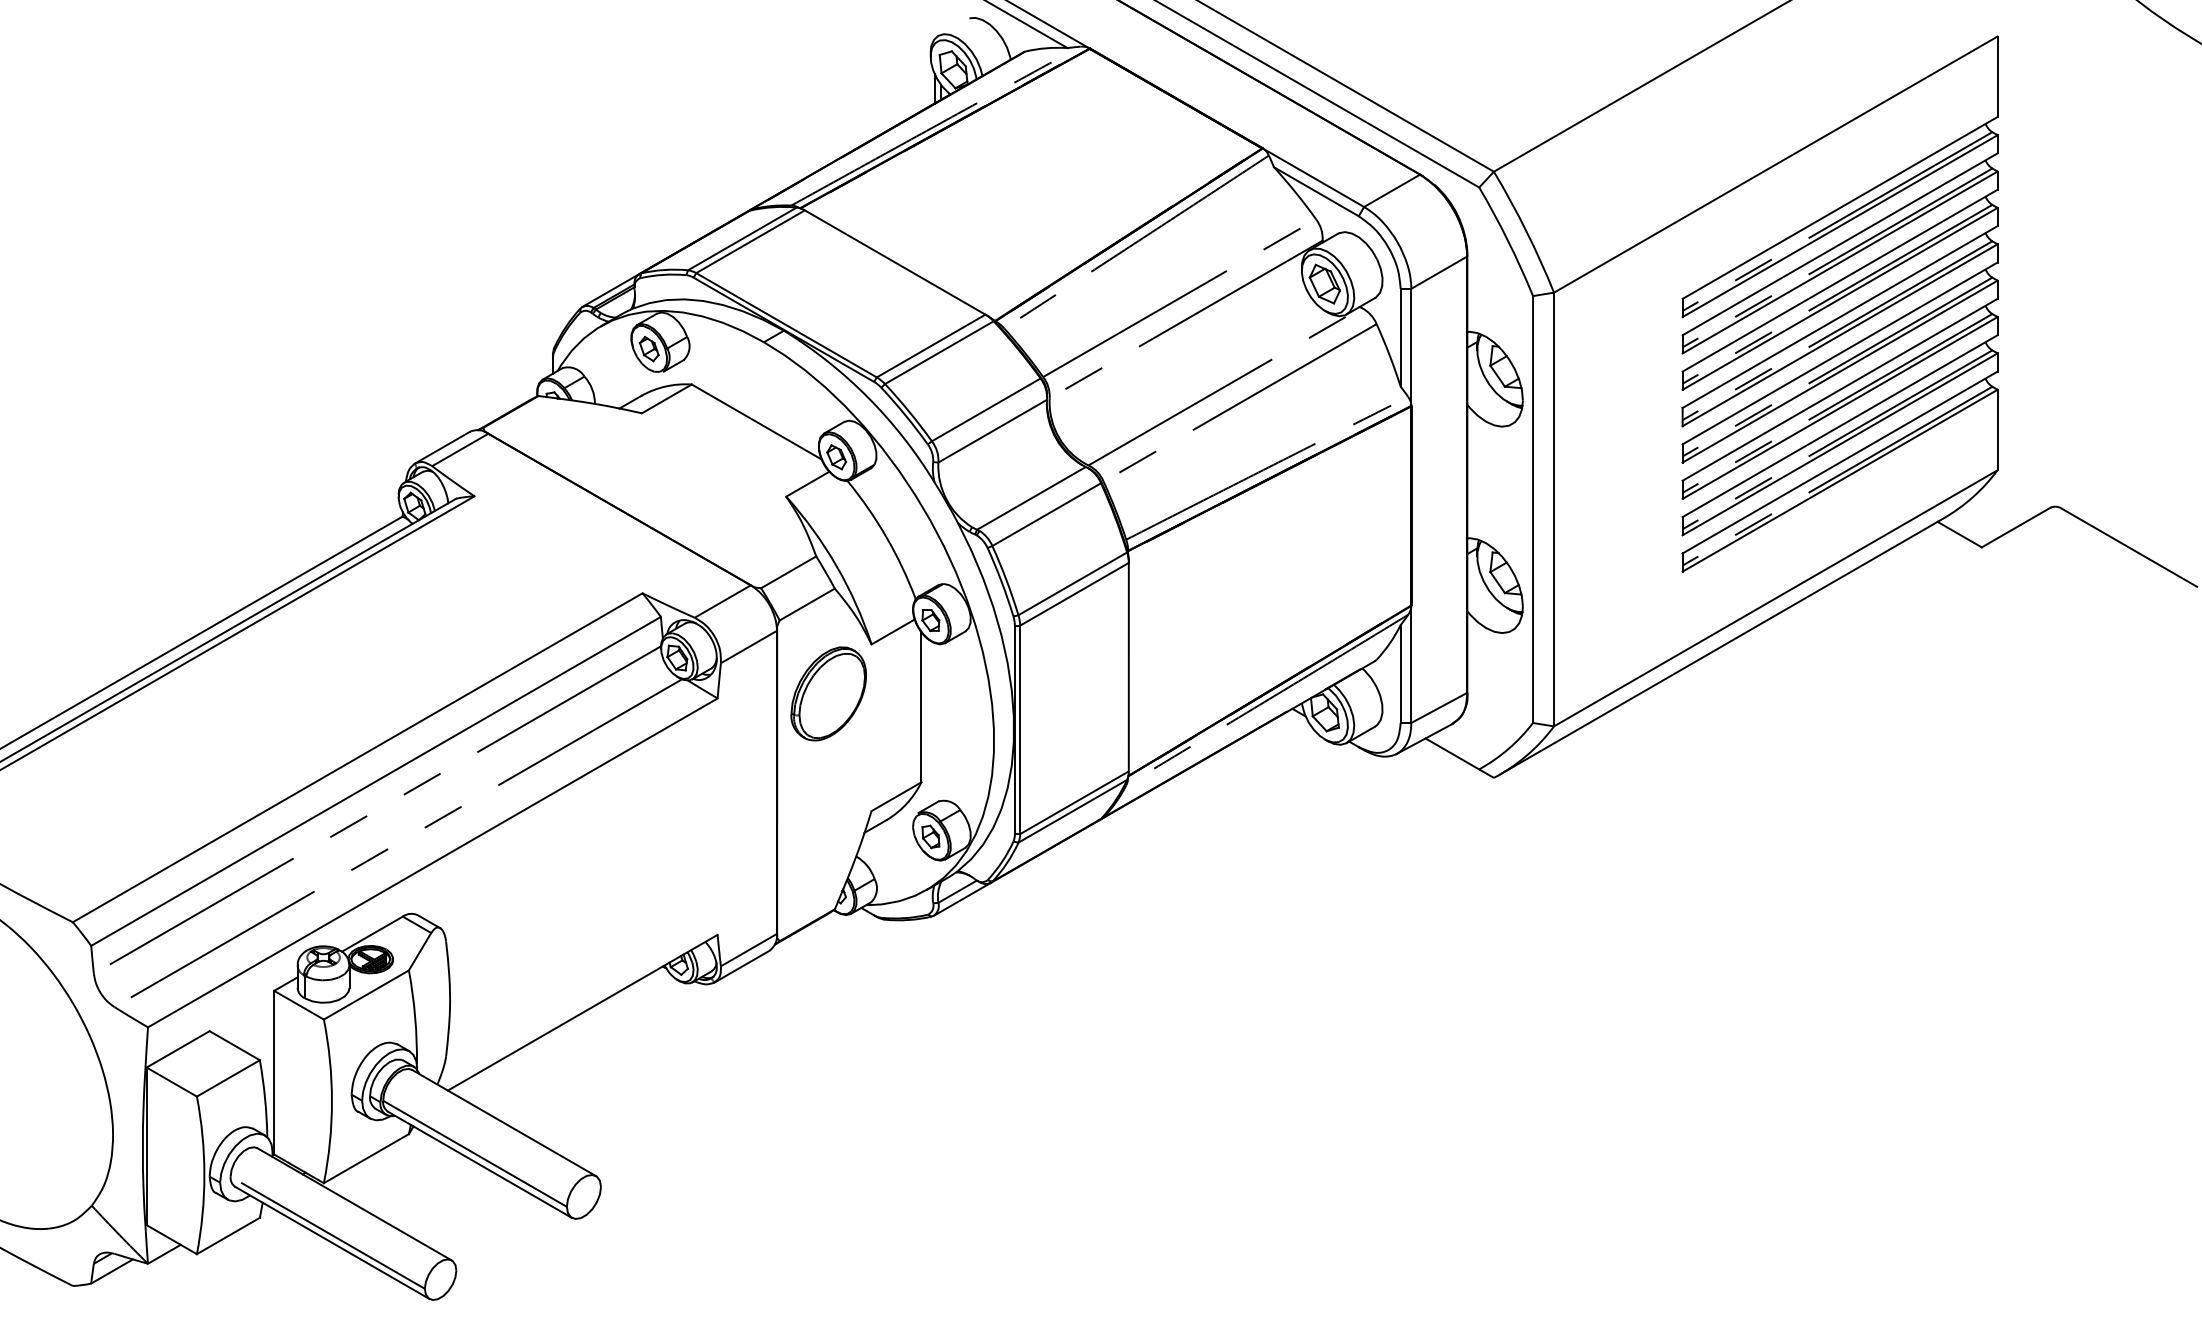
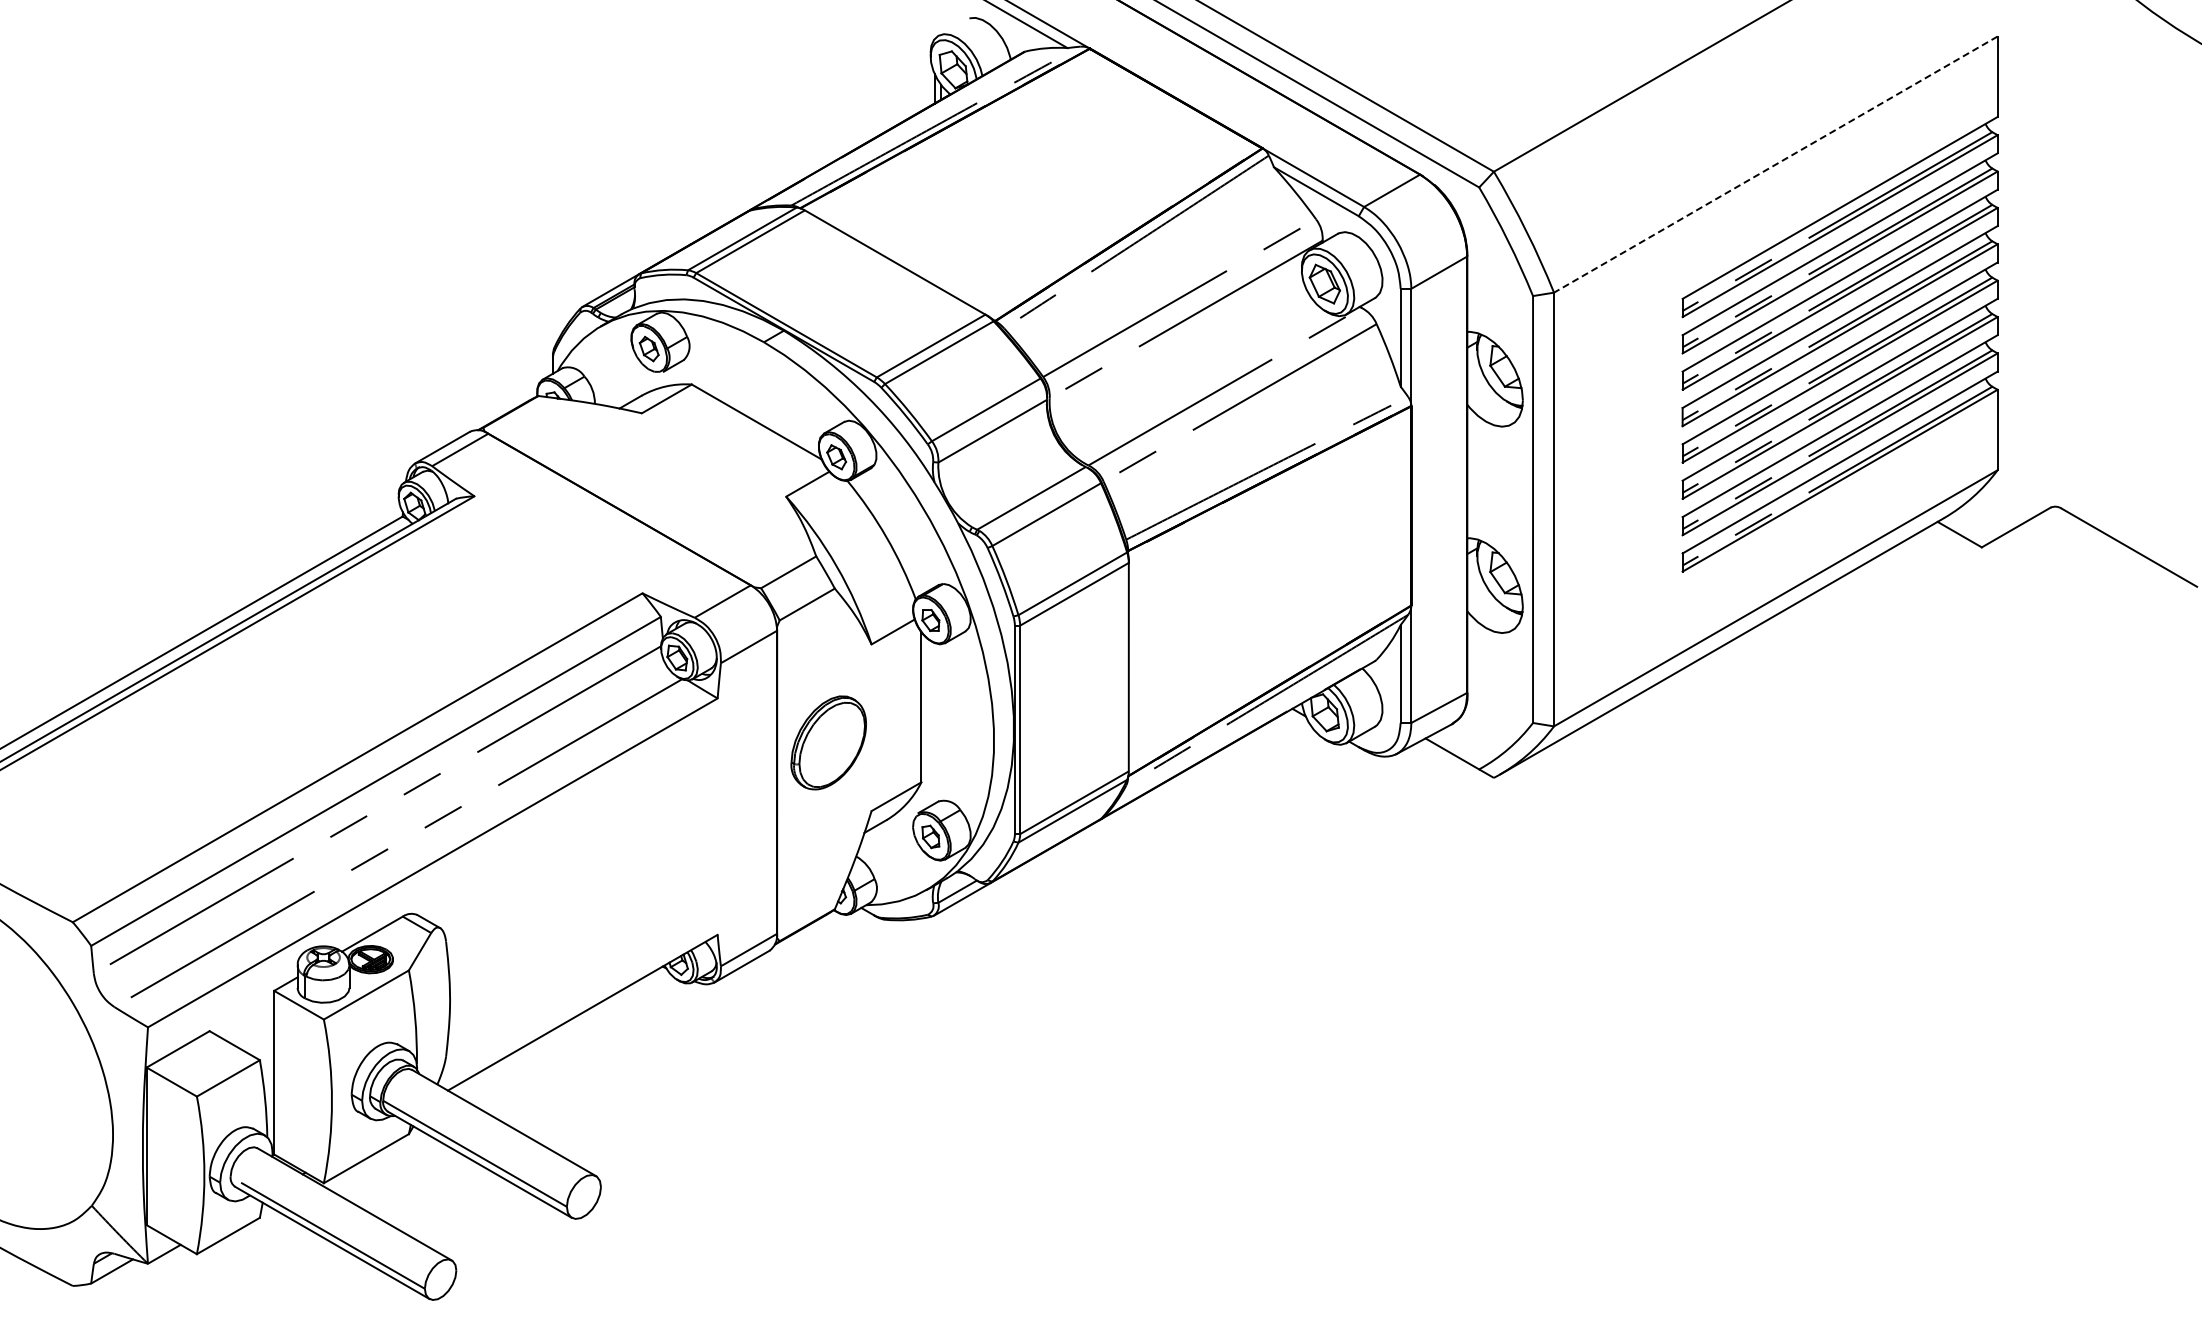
line at (1775, 164): solid -> dashed
part at (828, 693) position: (828, 693) -> (828, 742)
